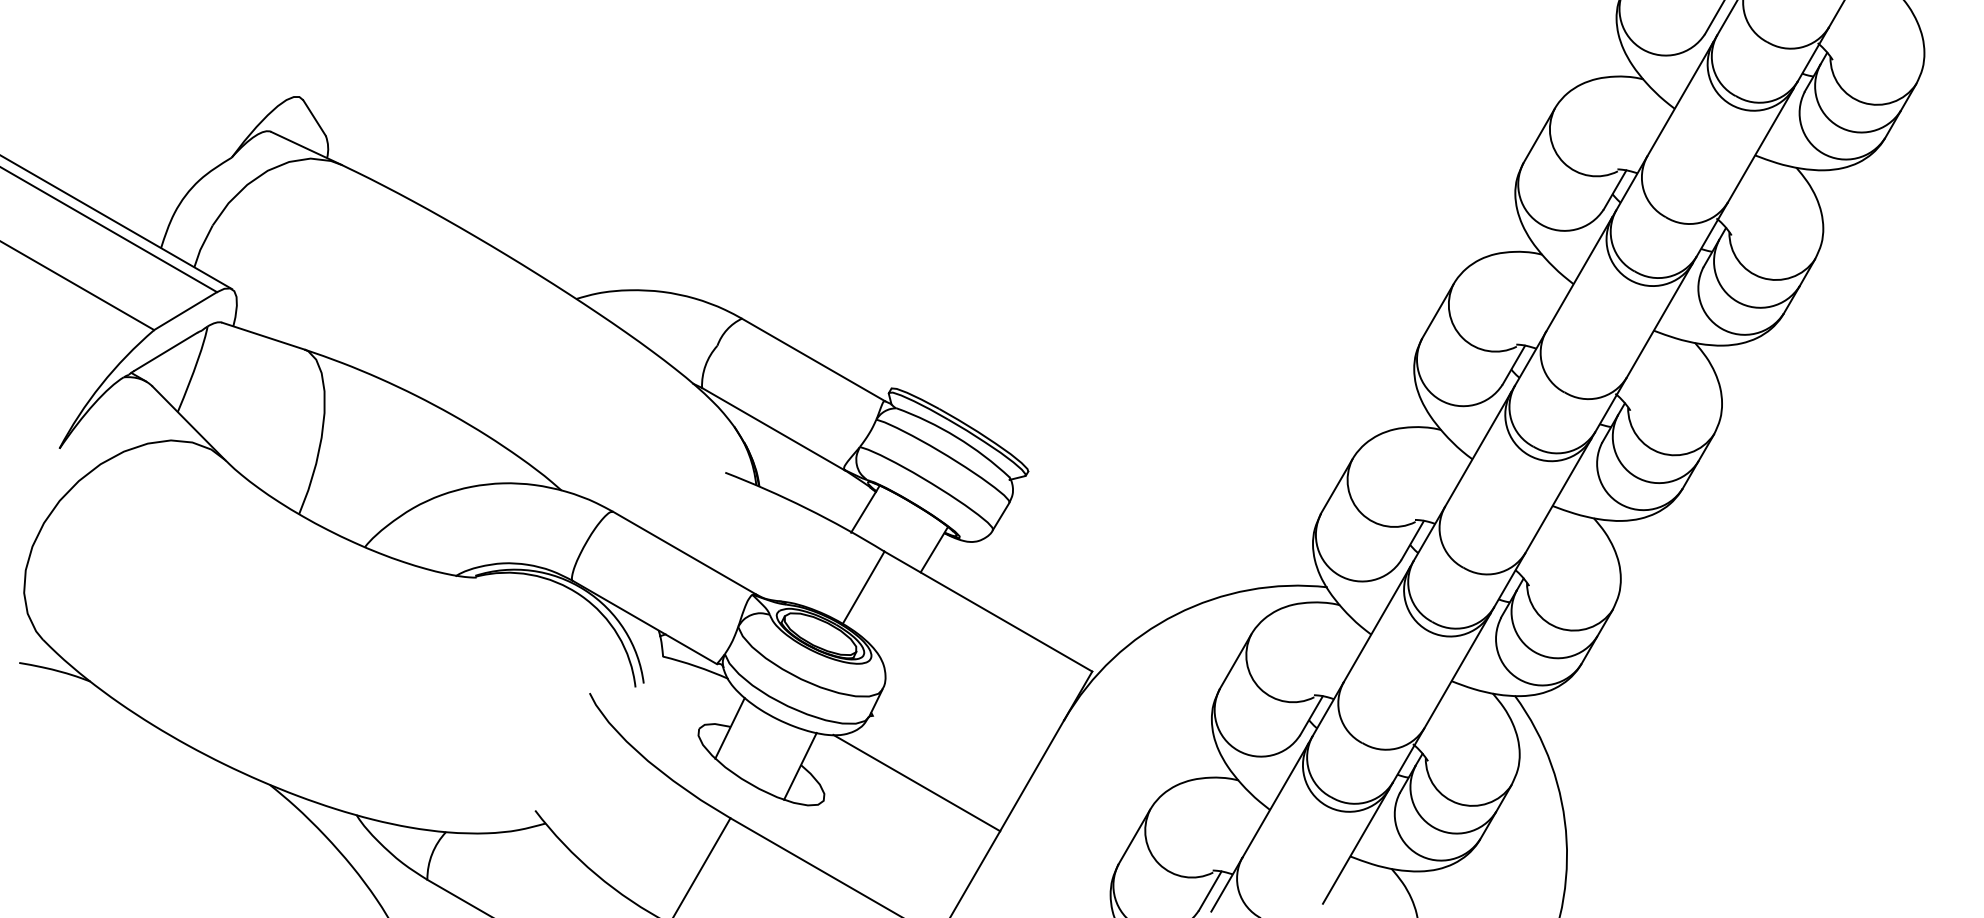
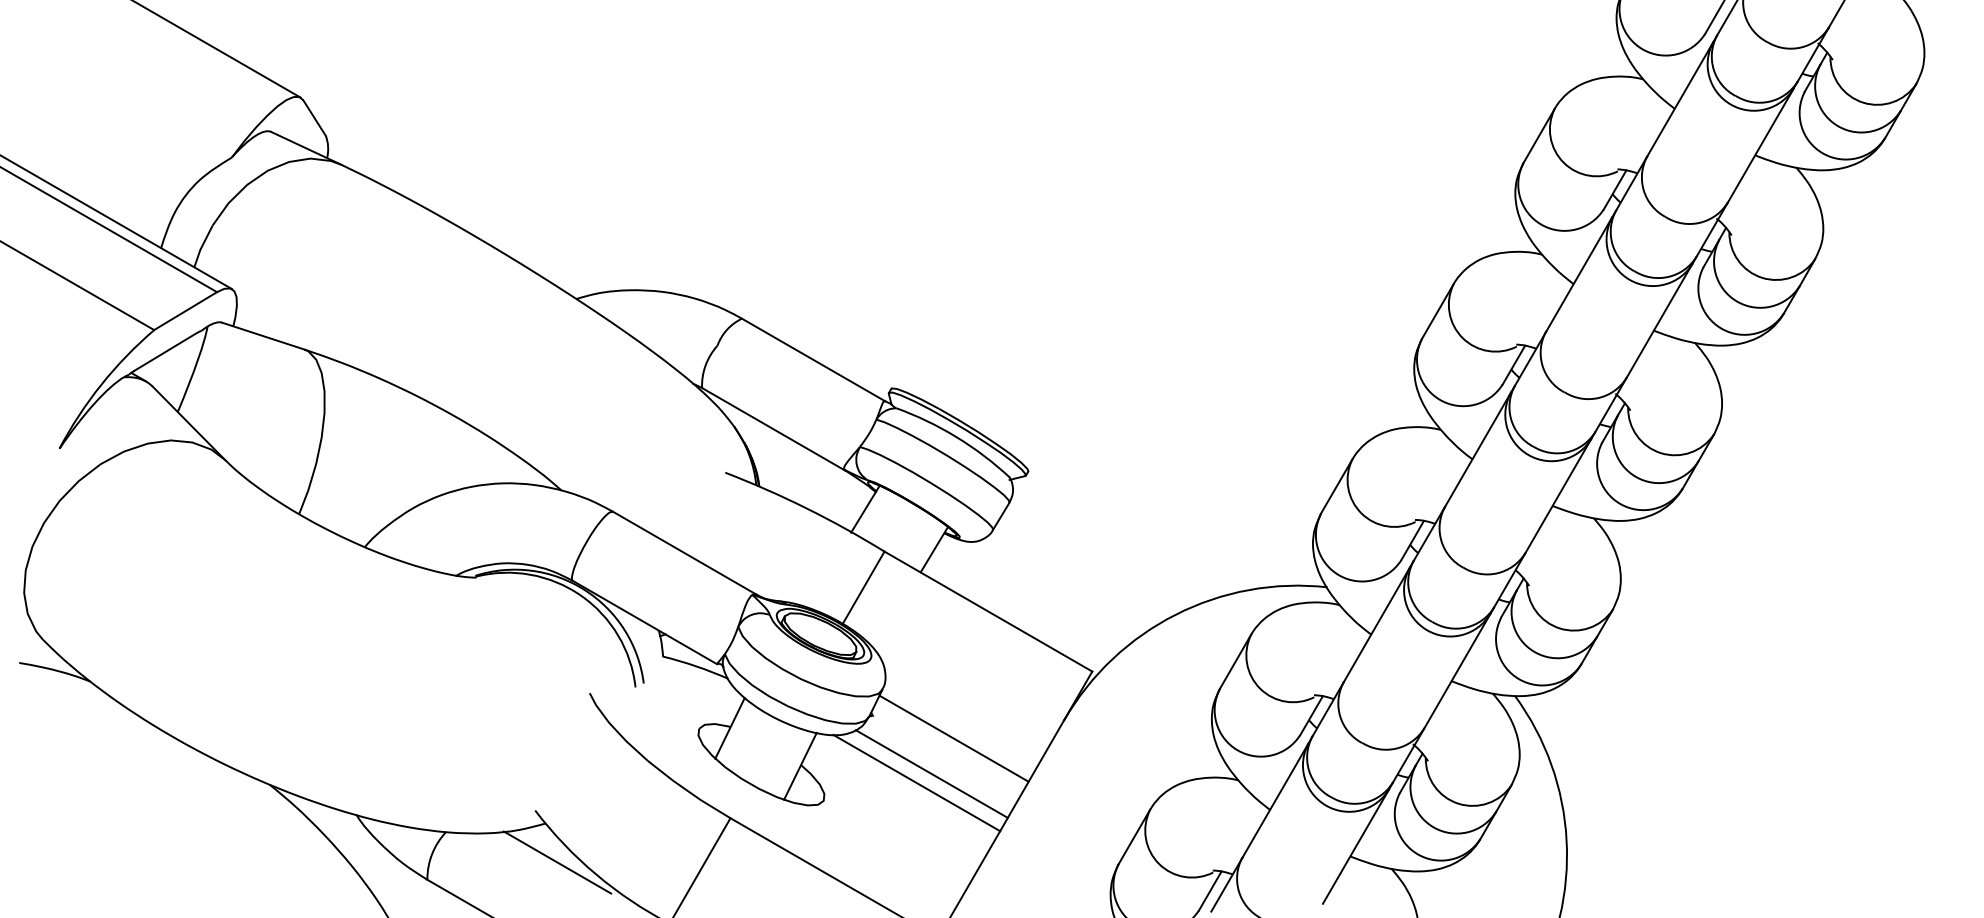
line at (217, 49): none -> present
line at (953, 738): none -> present
line at (931, 773): none -> present
line at (557, 862): none -> present
